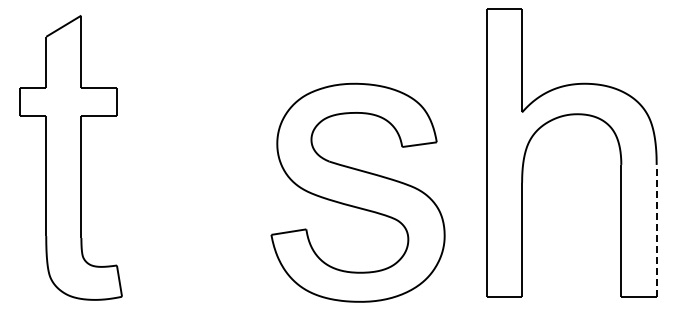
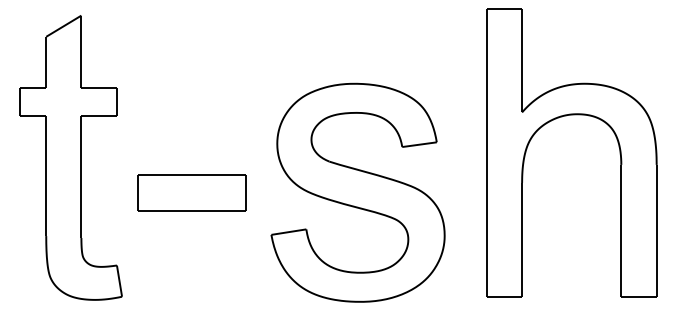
part at (191, 192): none -> present
line at (656, 230): dashed -> solid
